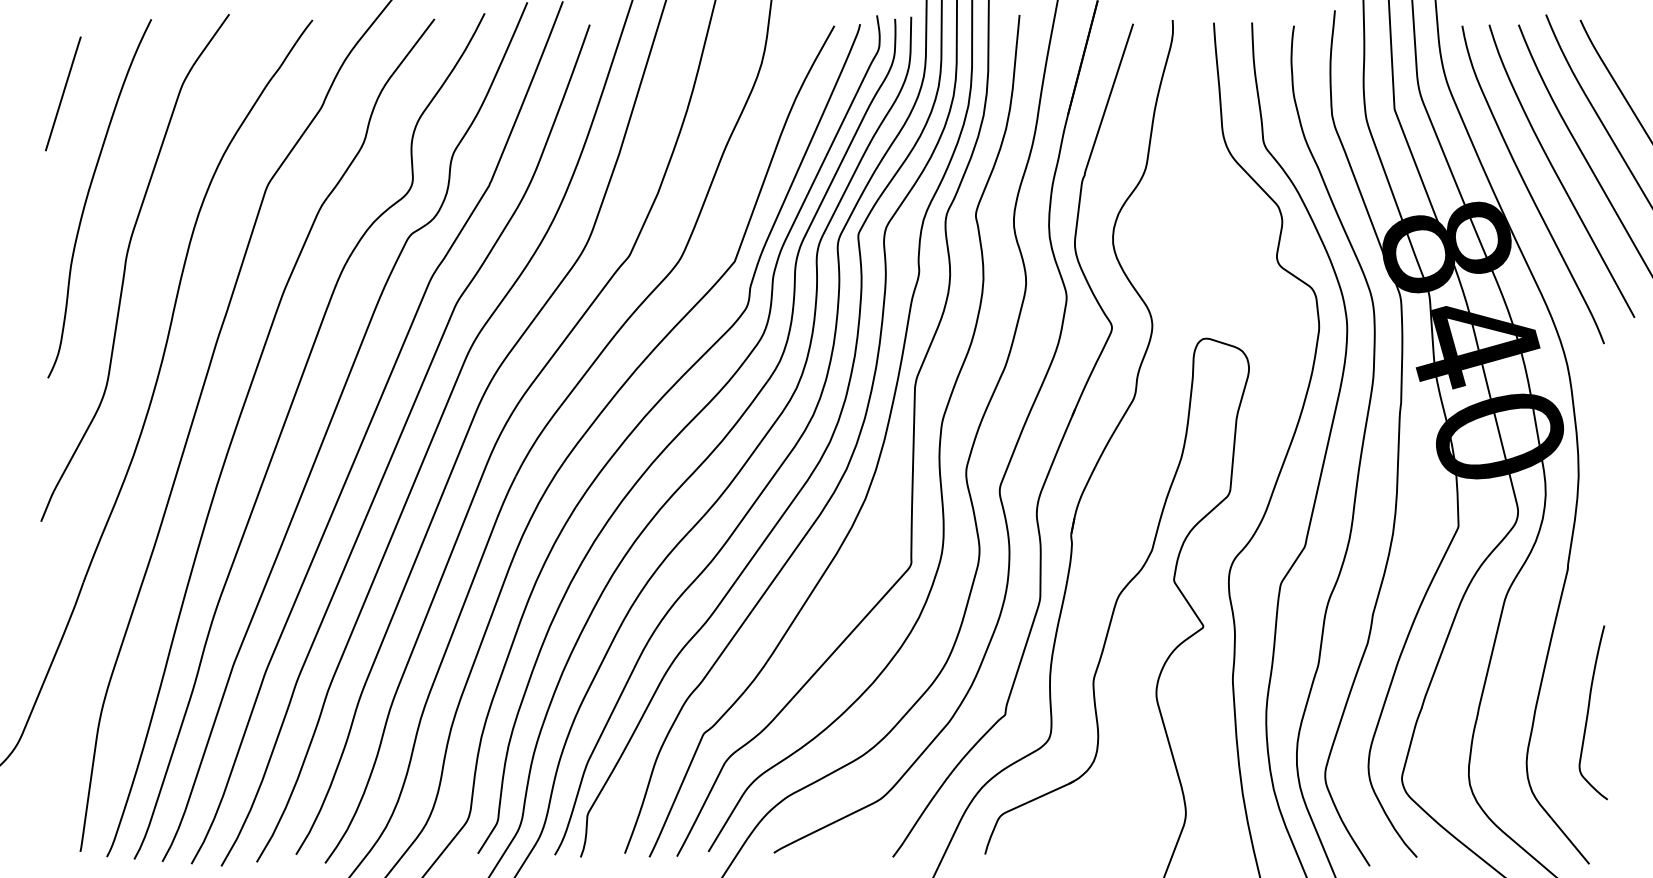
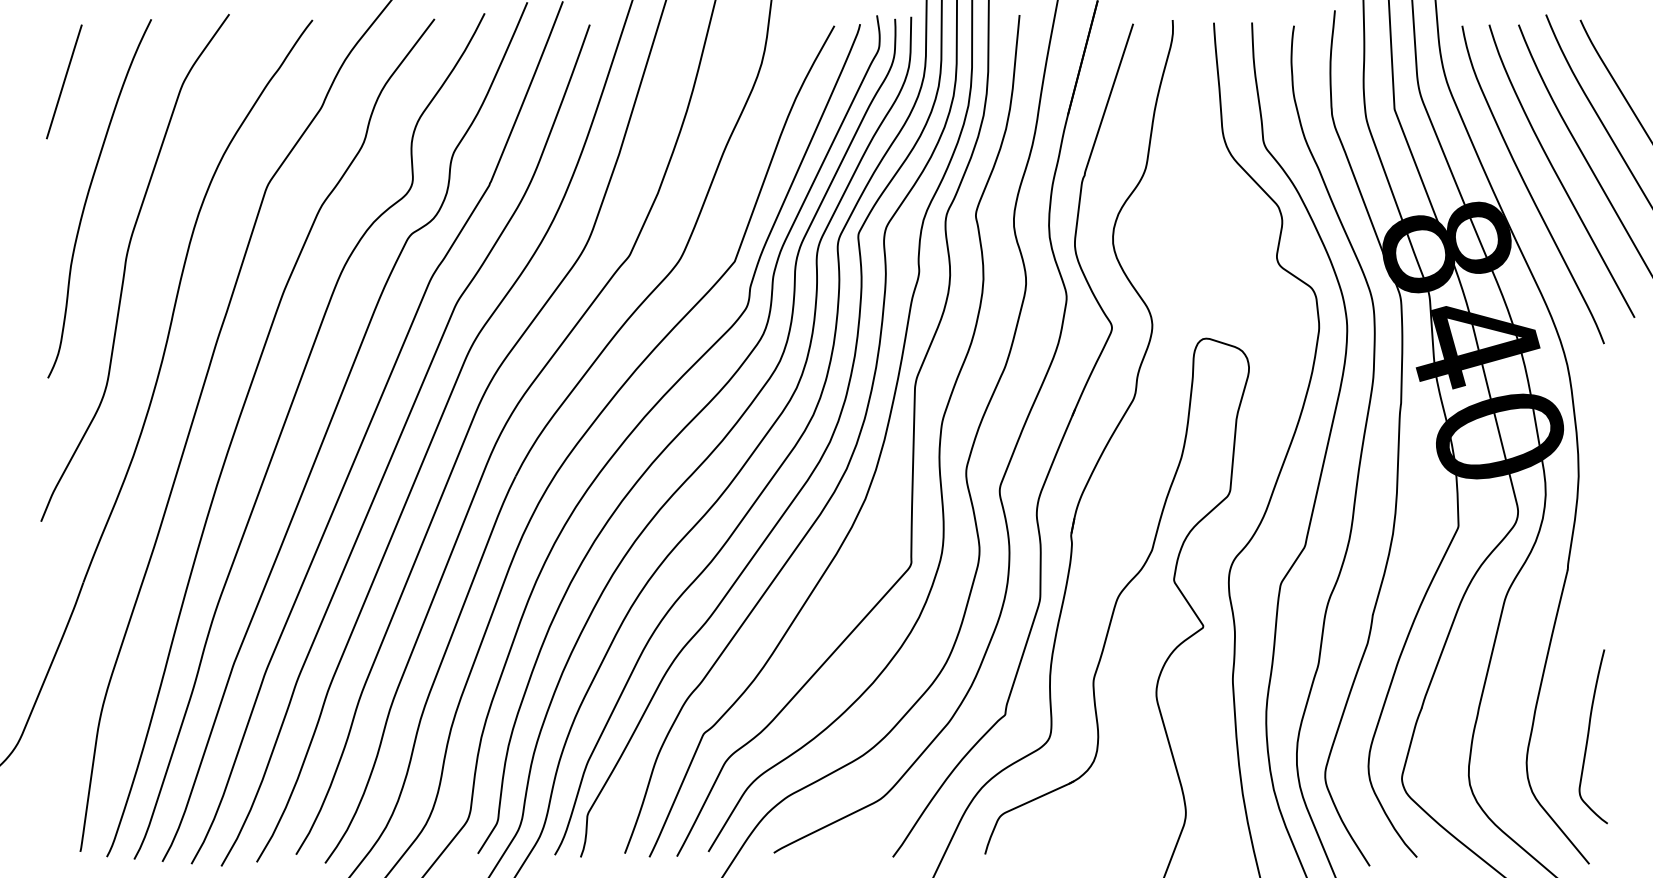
line at (63, 93) position: (63, 93) -> (64, 81)
curve at (1589, 710) position: (1589, 710) -> (1589, 734)
